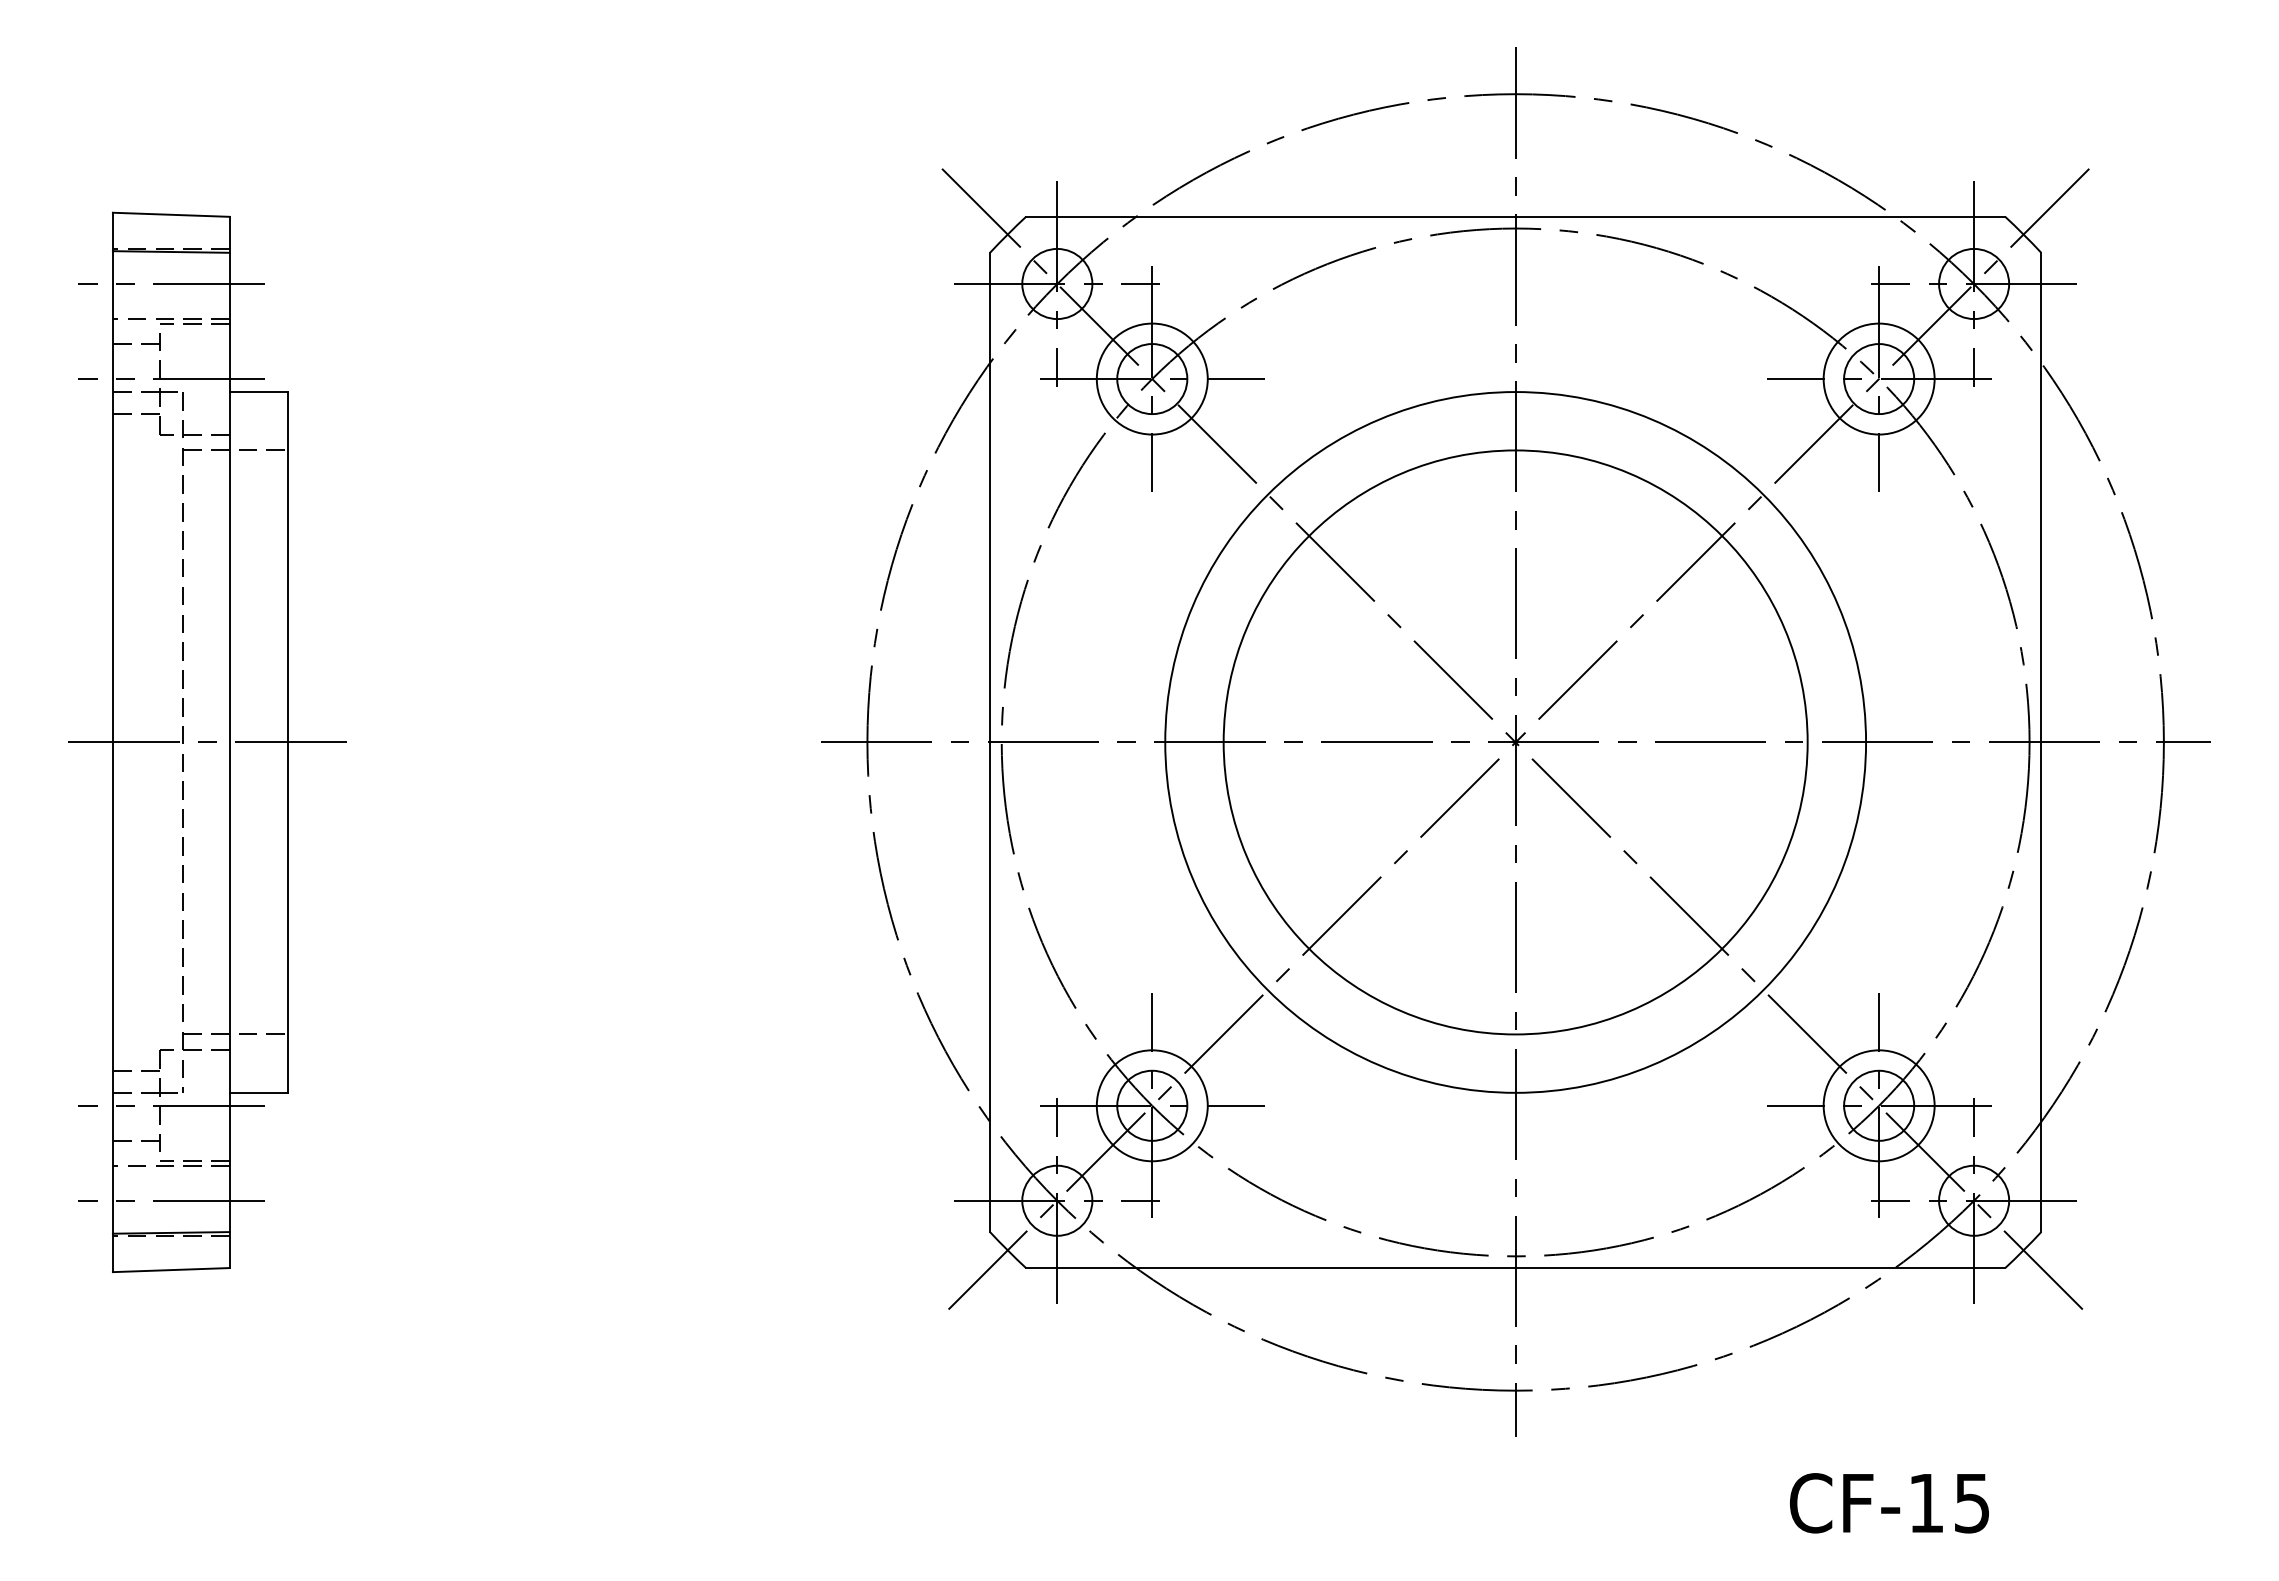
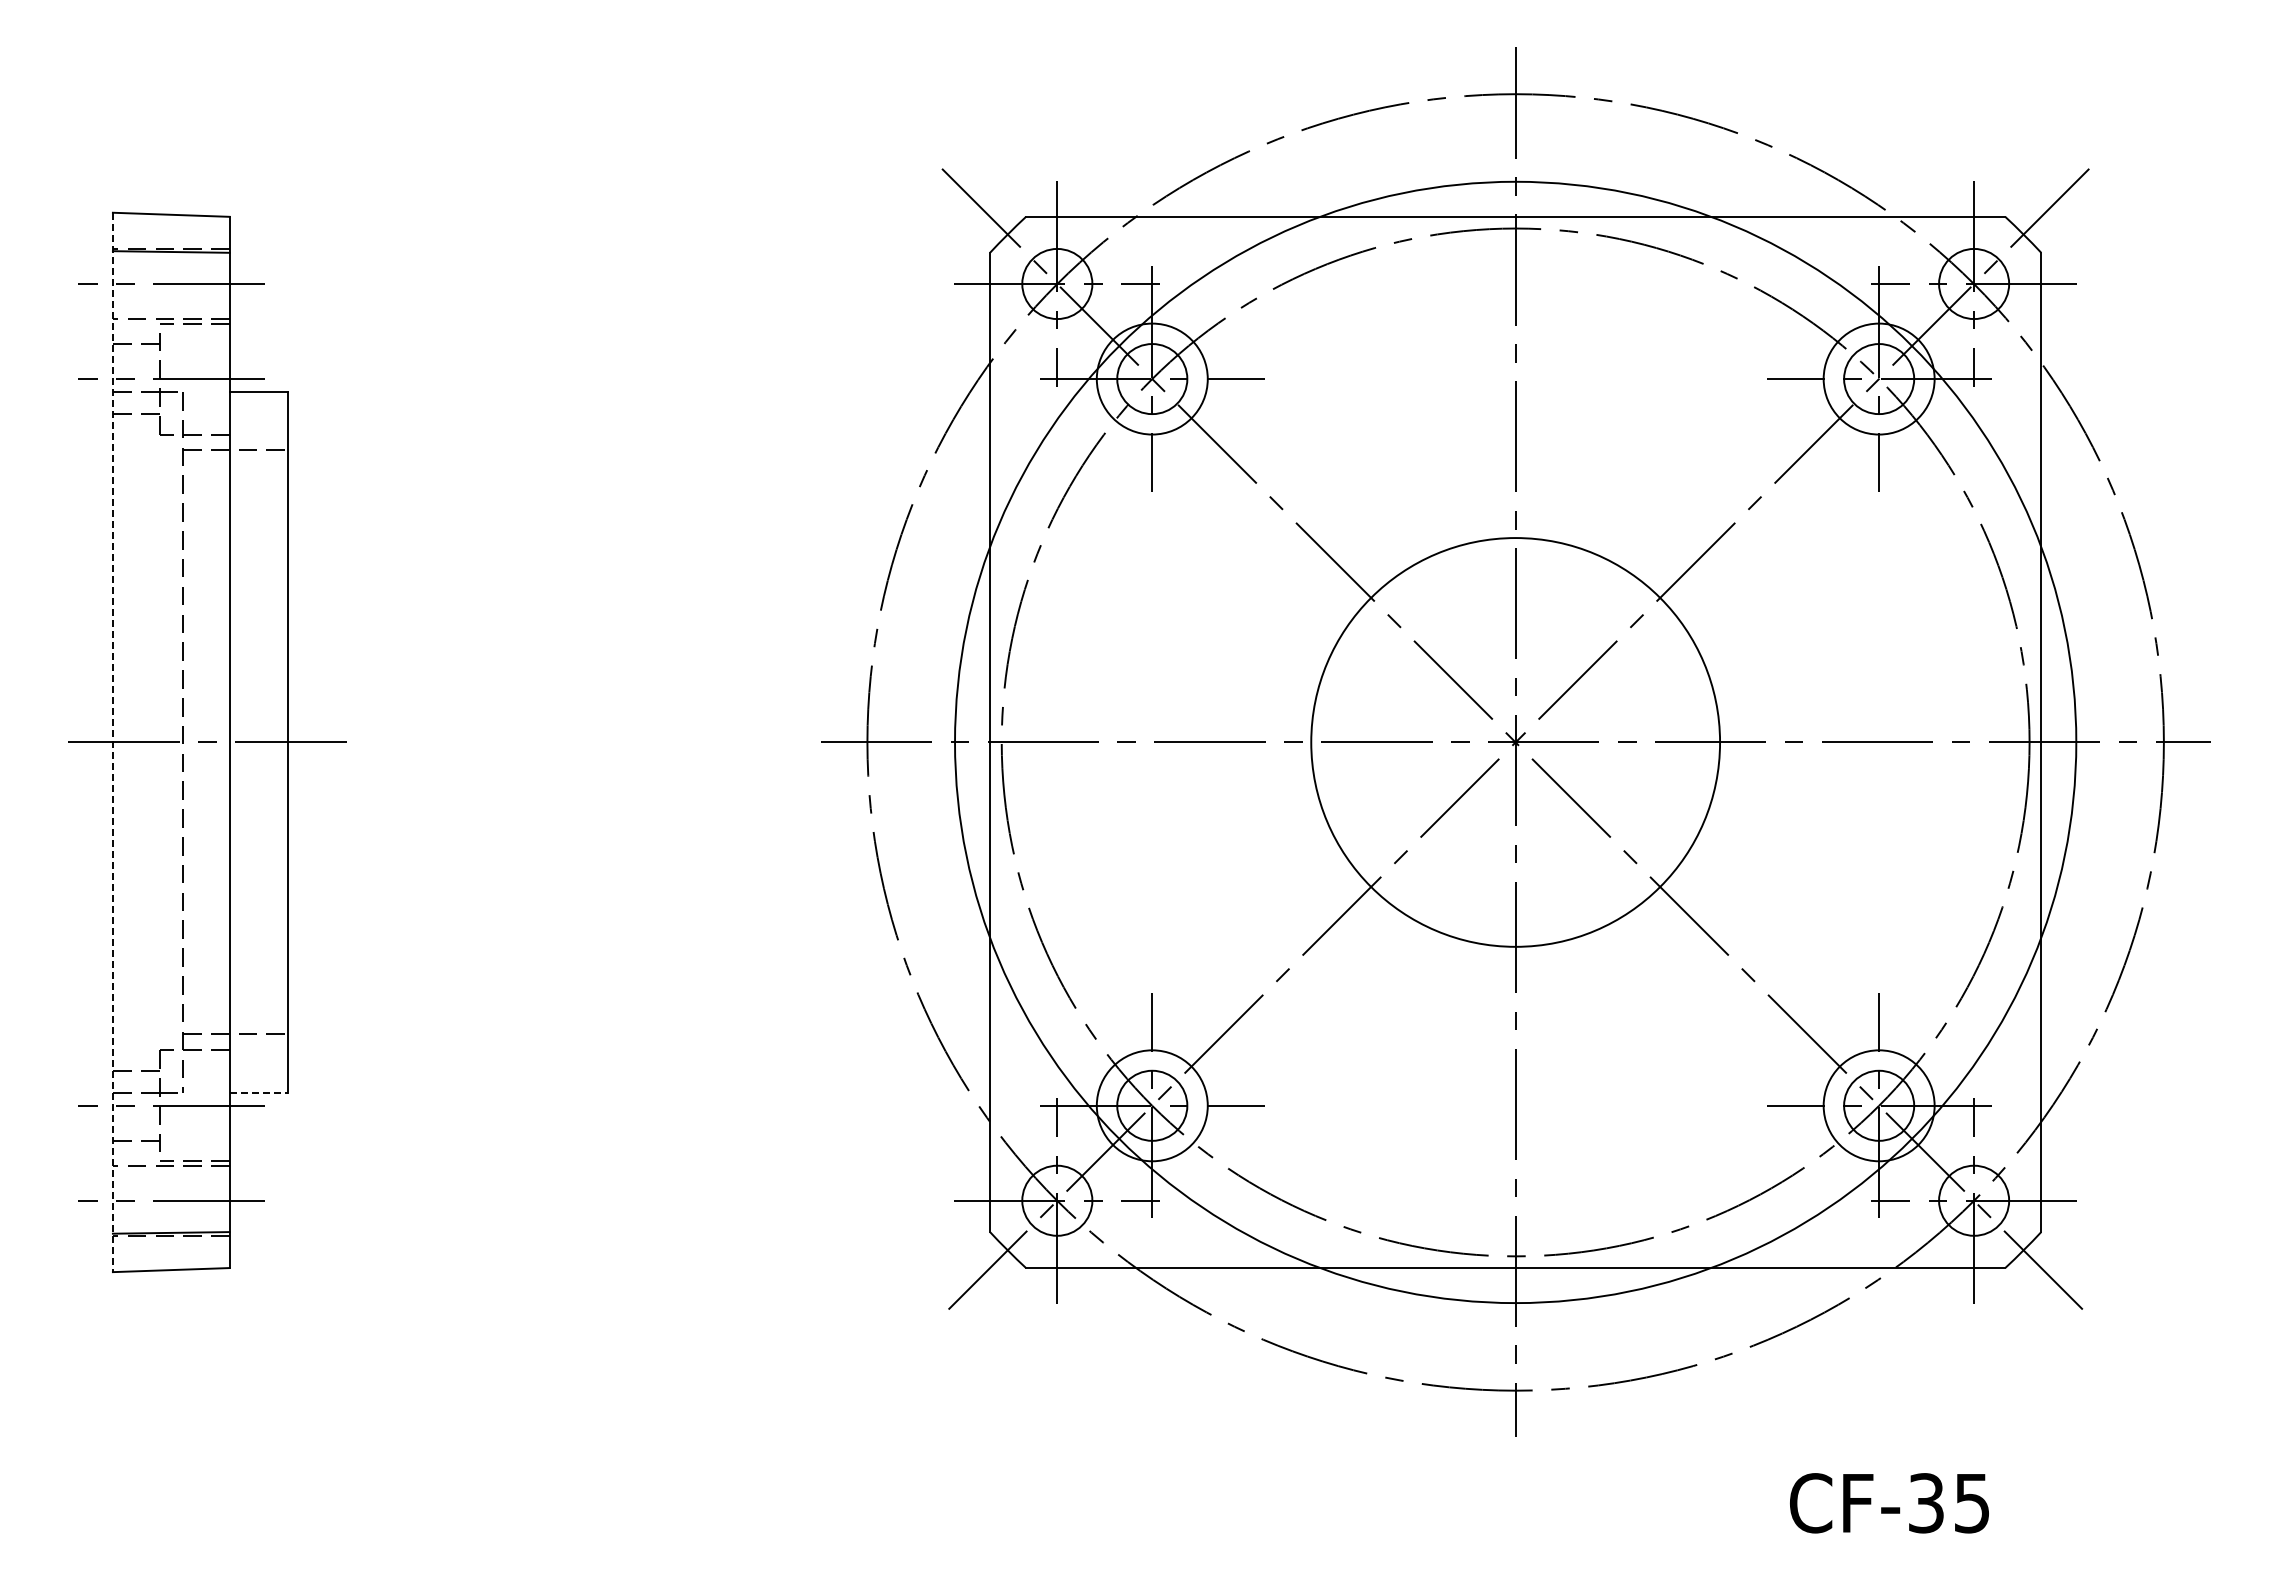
line at (112, 742): solid -> dashed
circle at (1515, 742) diameter: 584 px -> 409 px
circle at (1515, 742) diameter: 701 px -> 1121 px
line at (259, 1092): solid -> dashed
text at (1926, 1503): CF-15 -> CF-35
